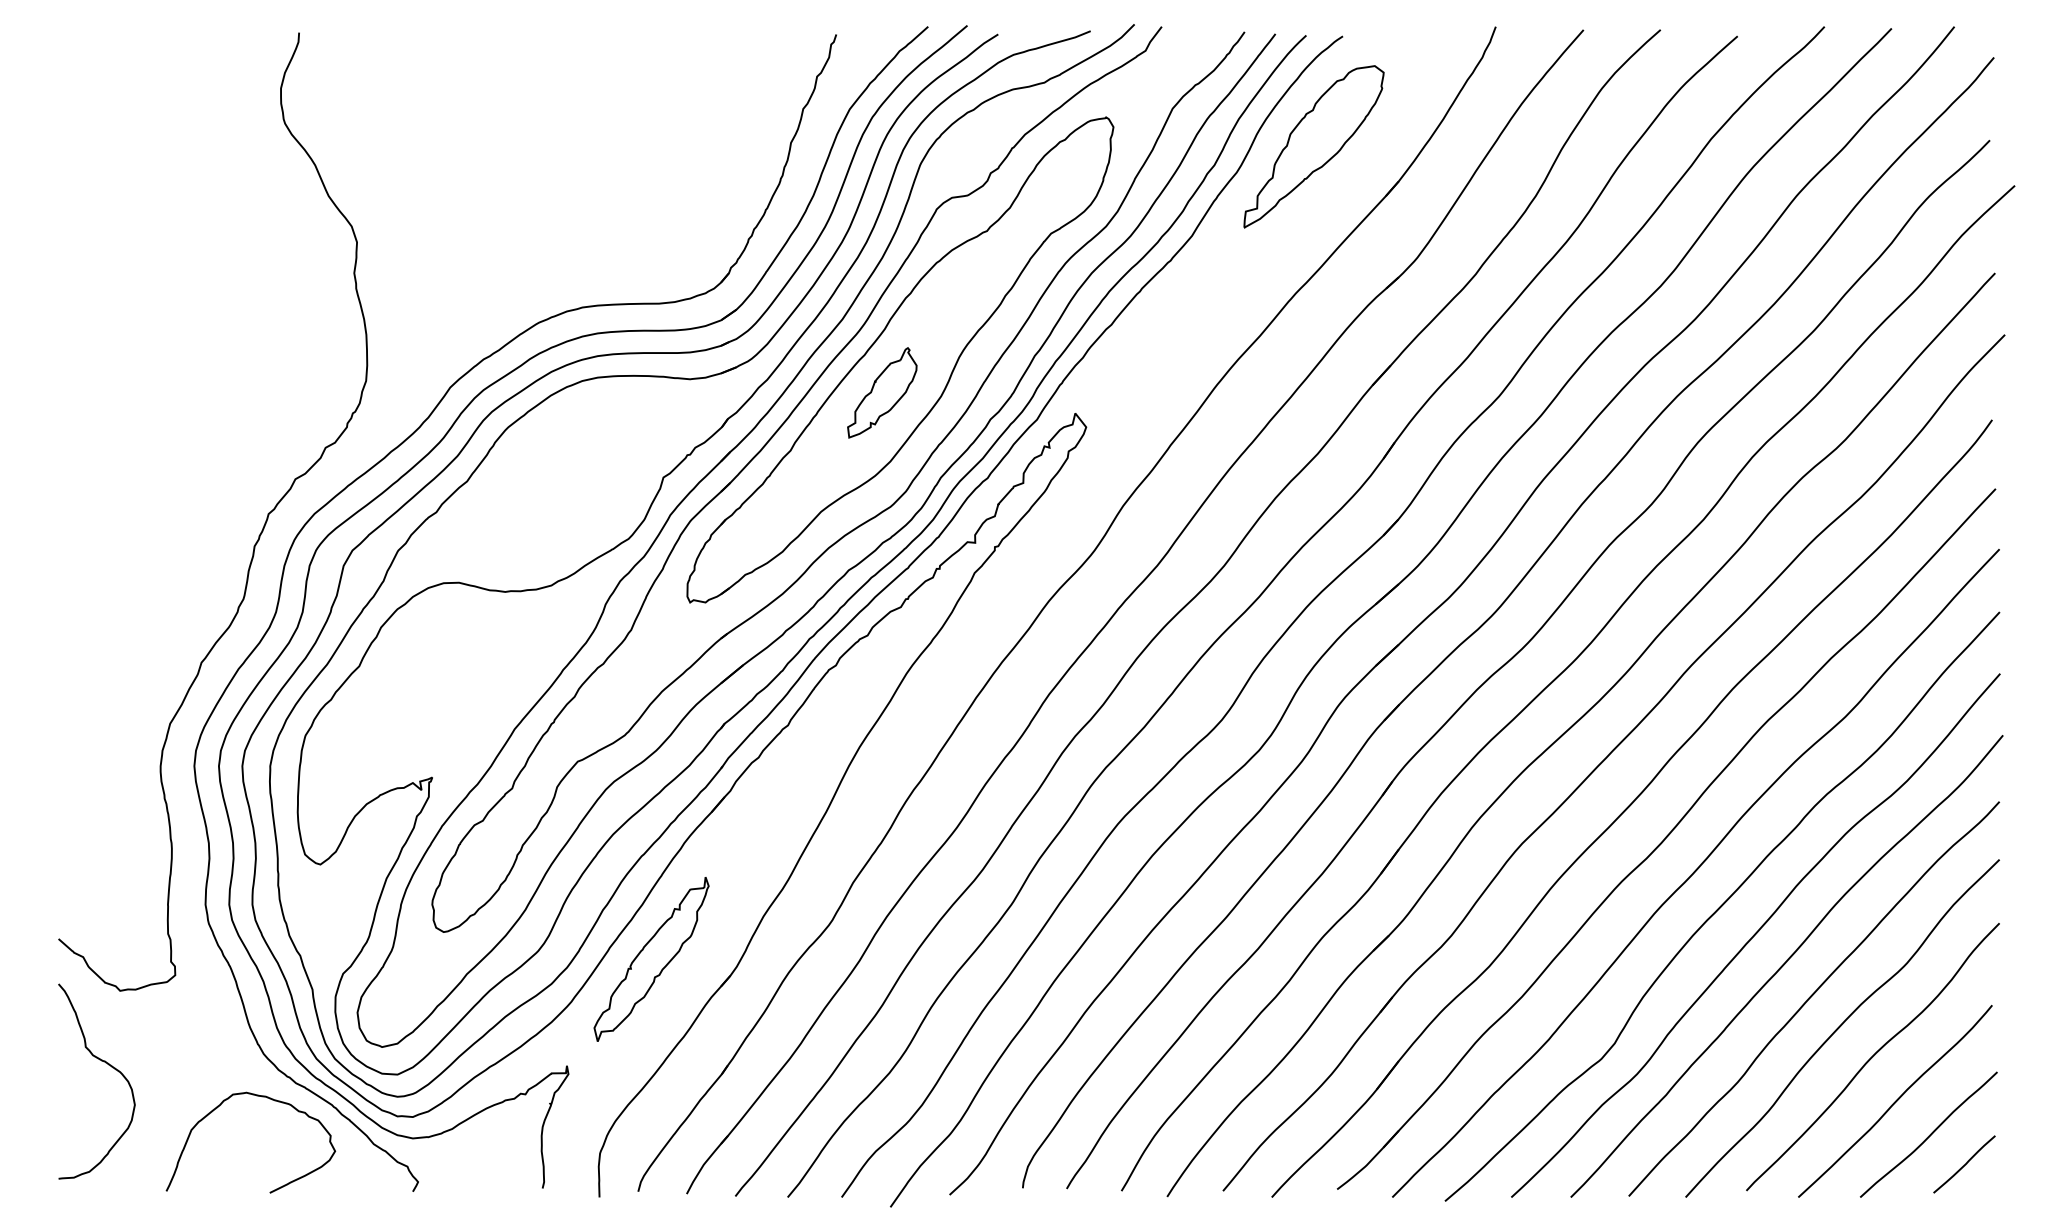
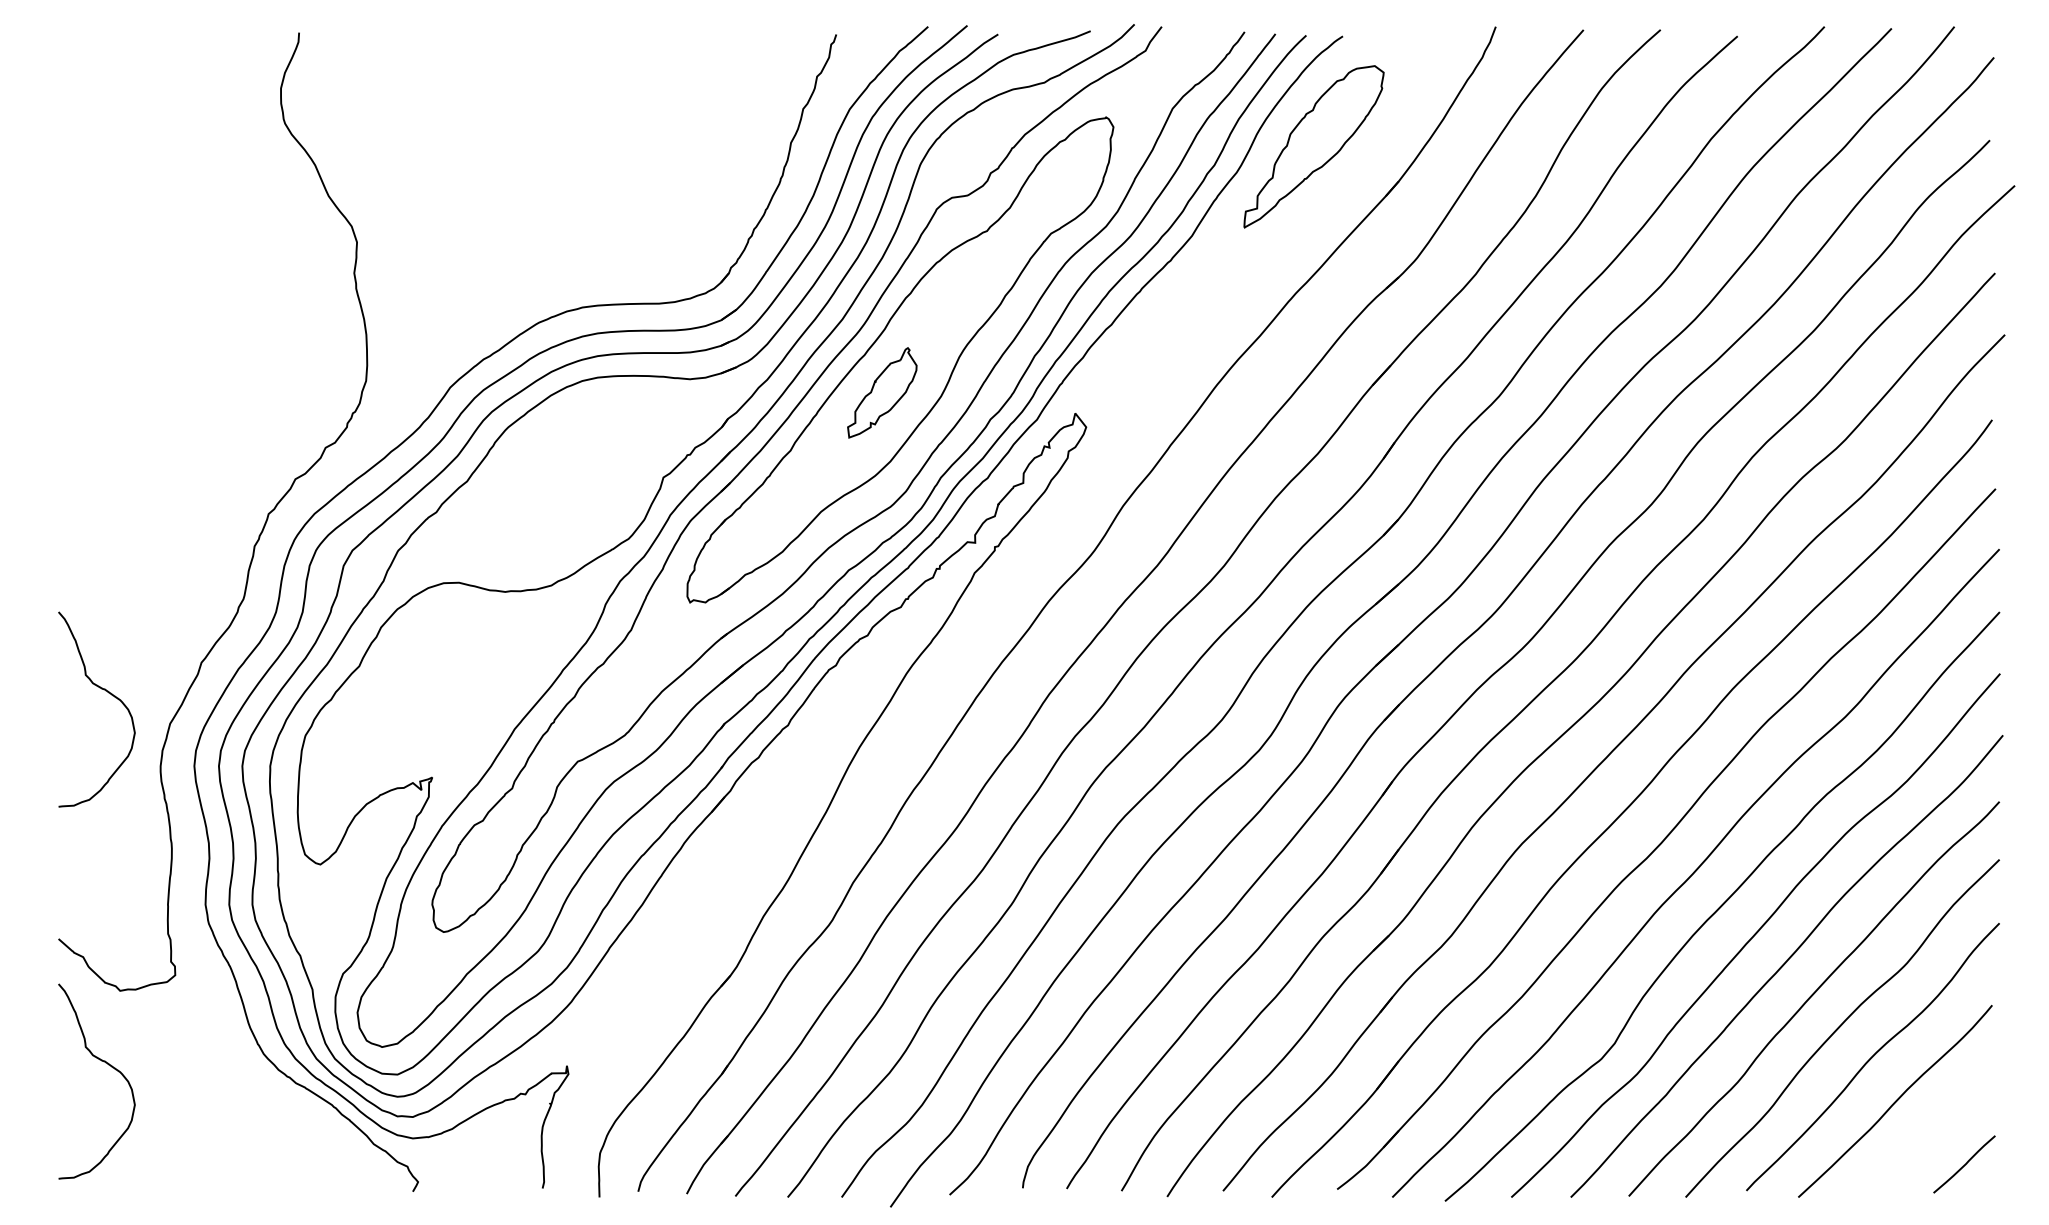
curve at (108, 693): none -> present
part at (651, 959): present -> none
curve at (256, 1096): present -> none
curve at (1929, 1134): present -> none
